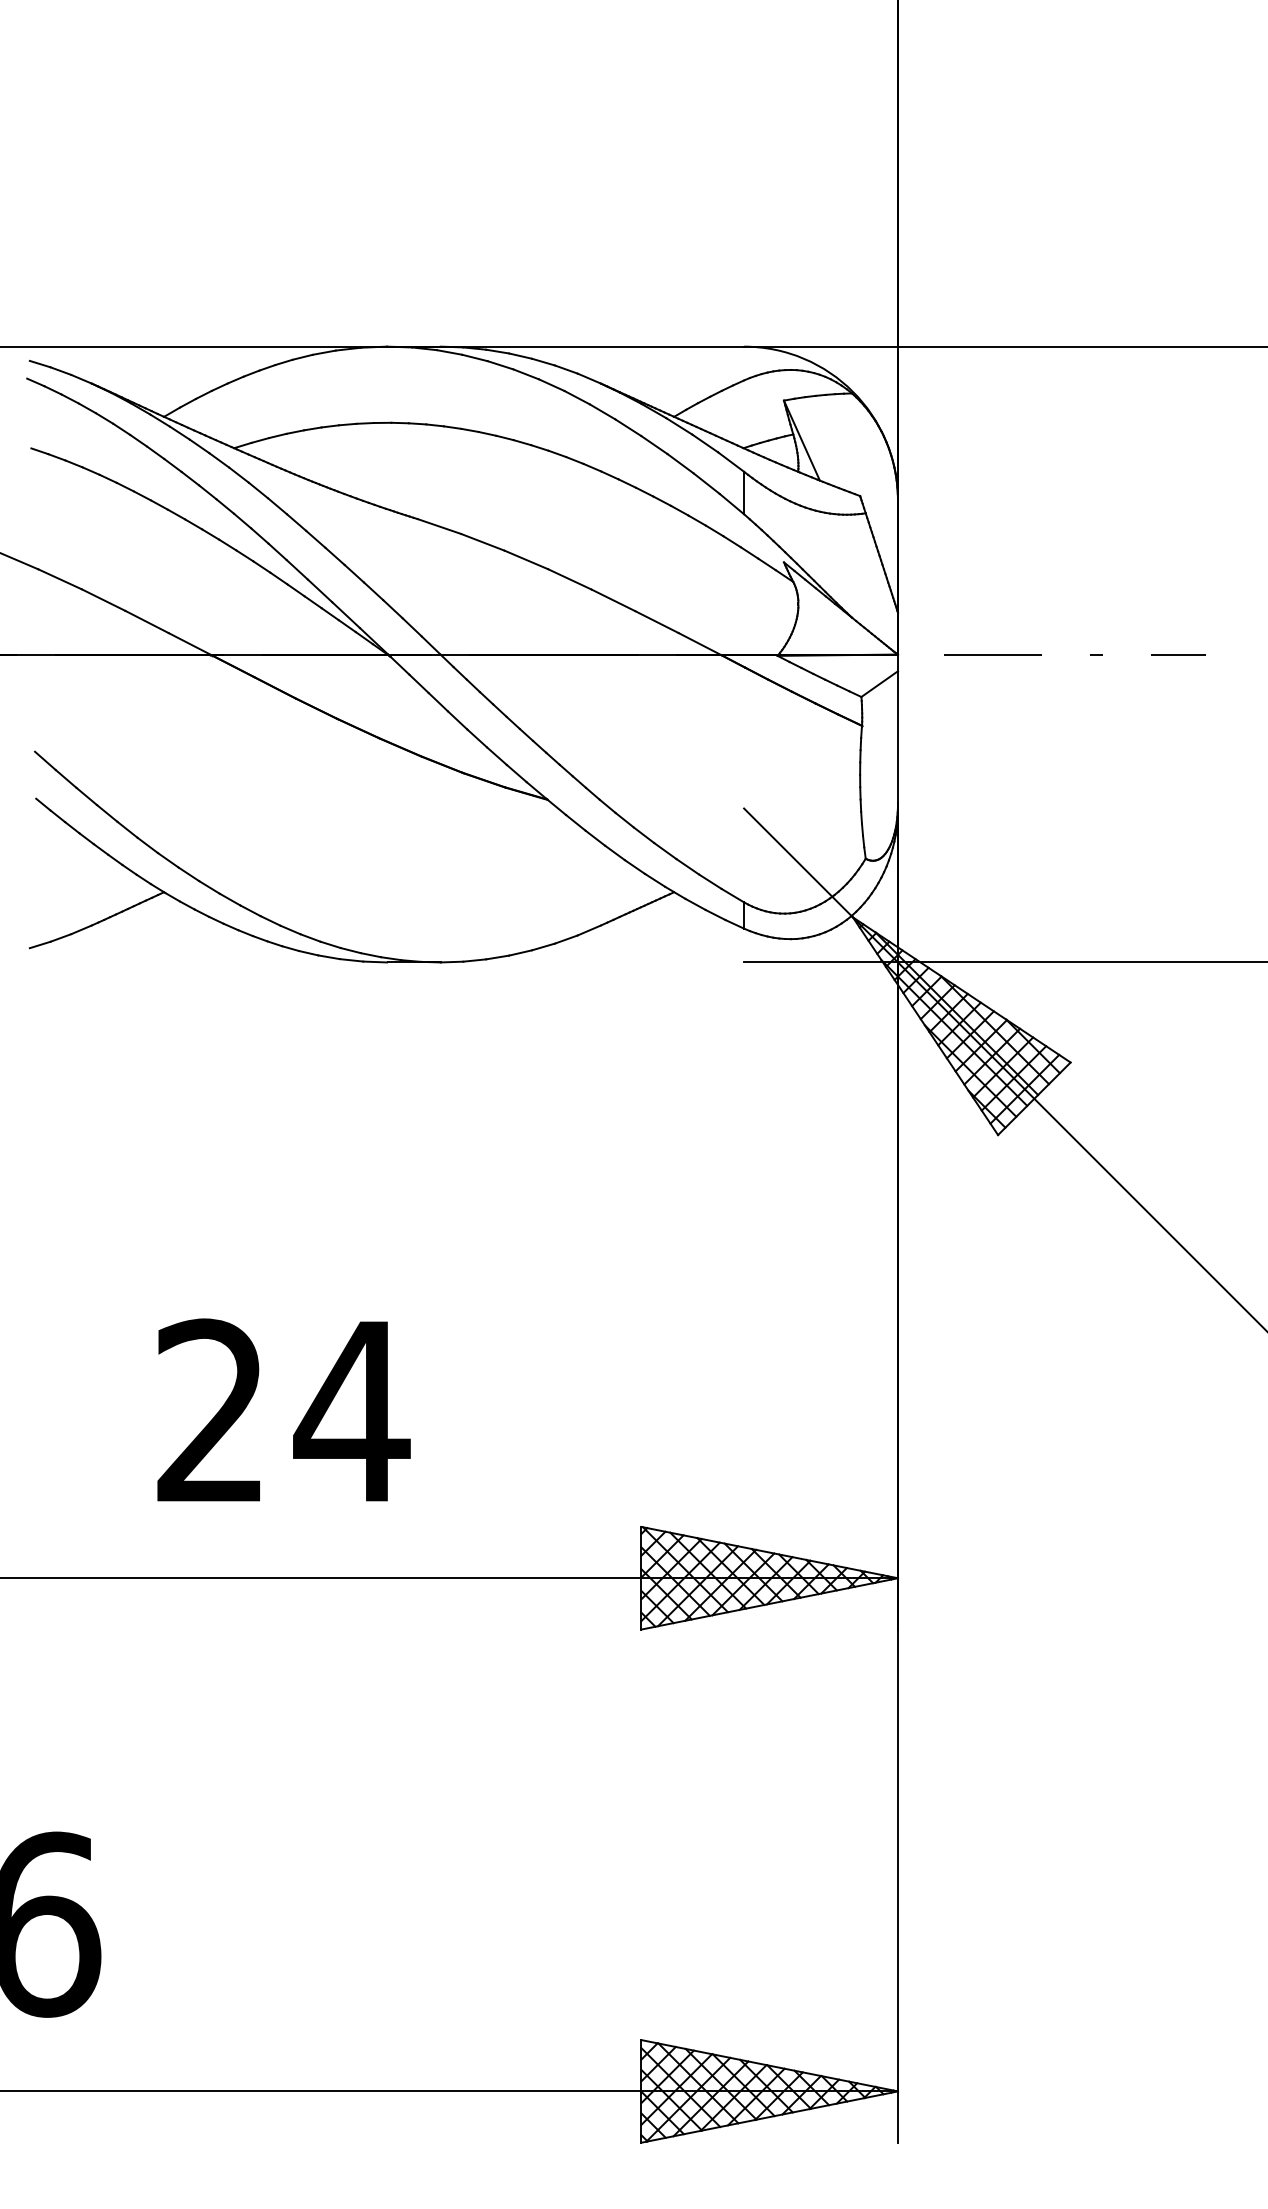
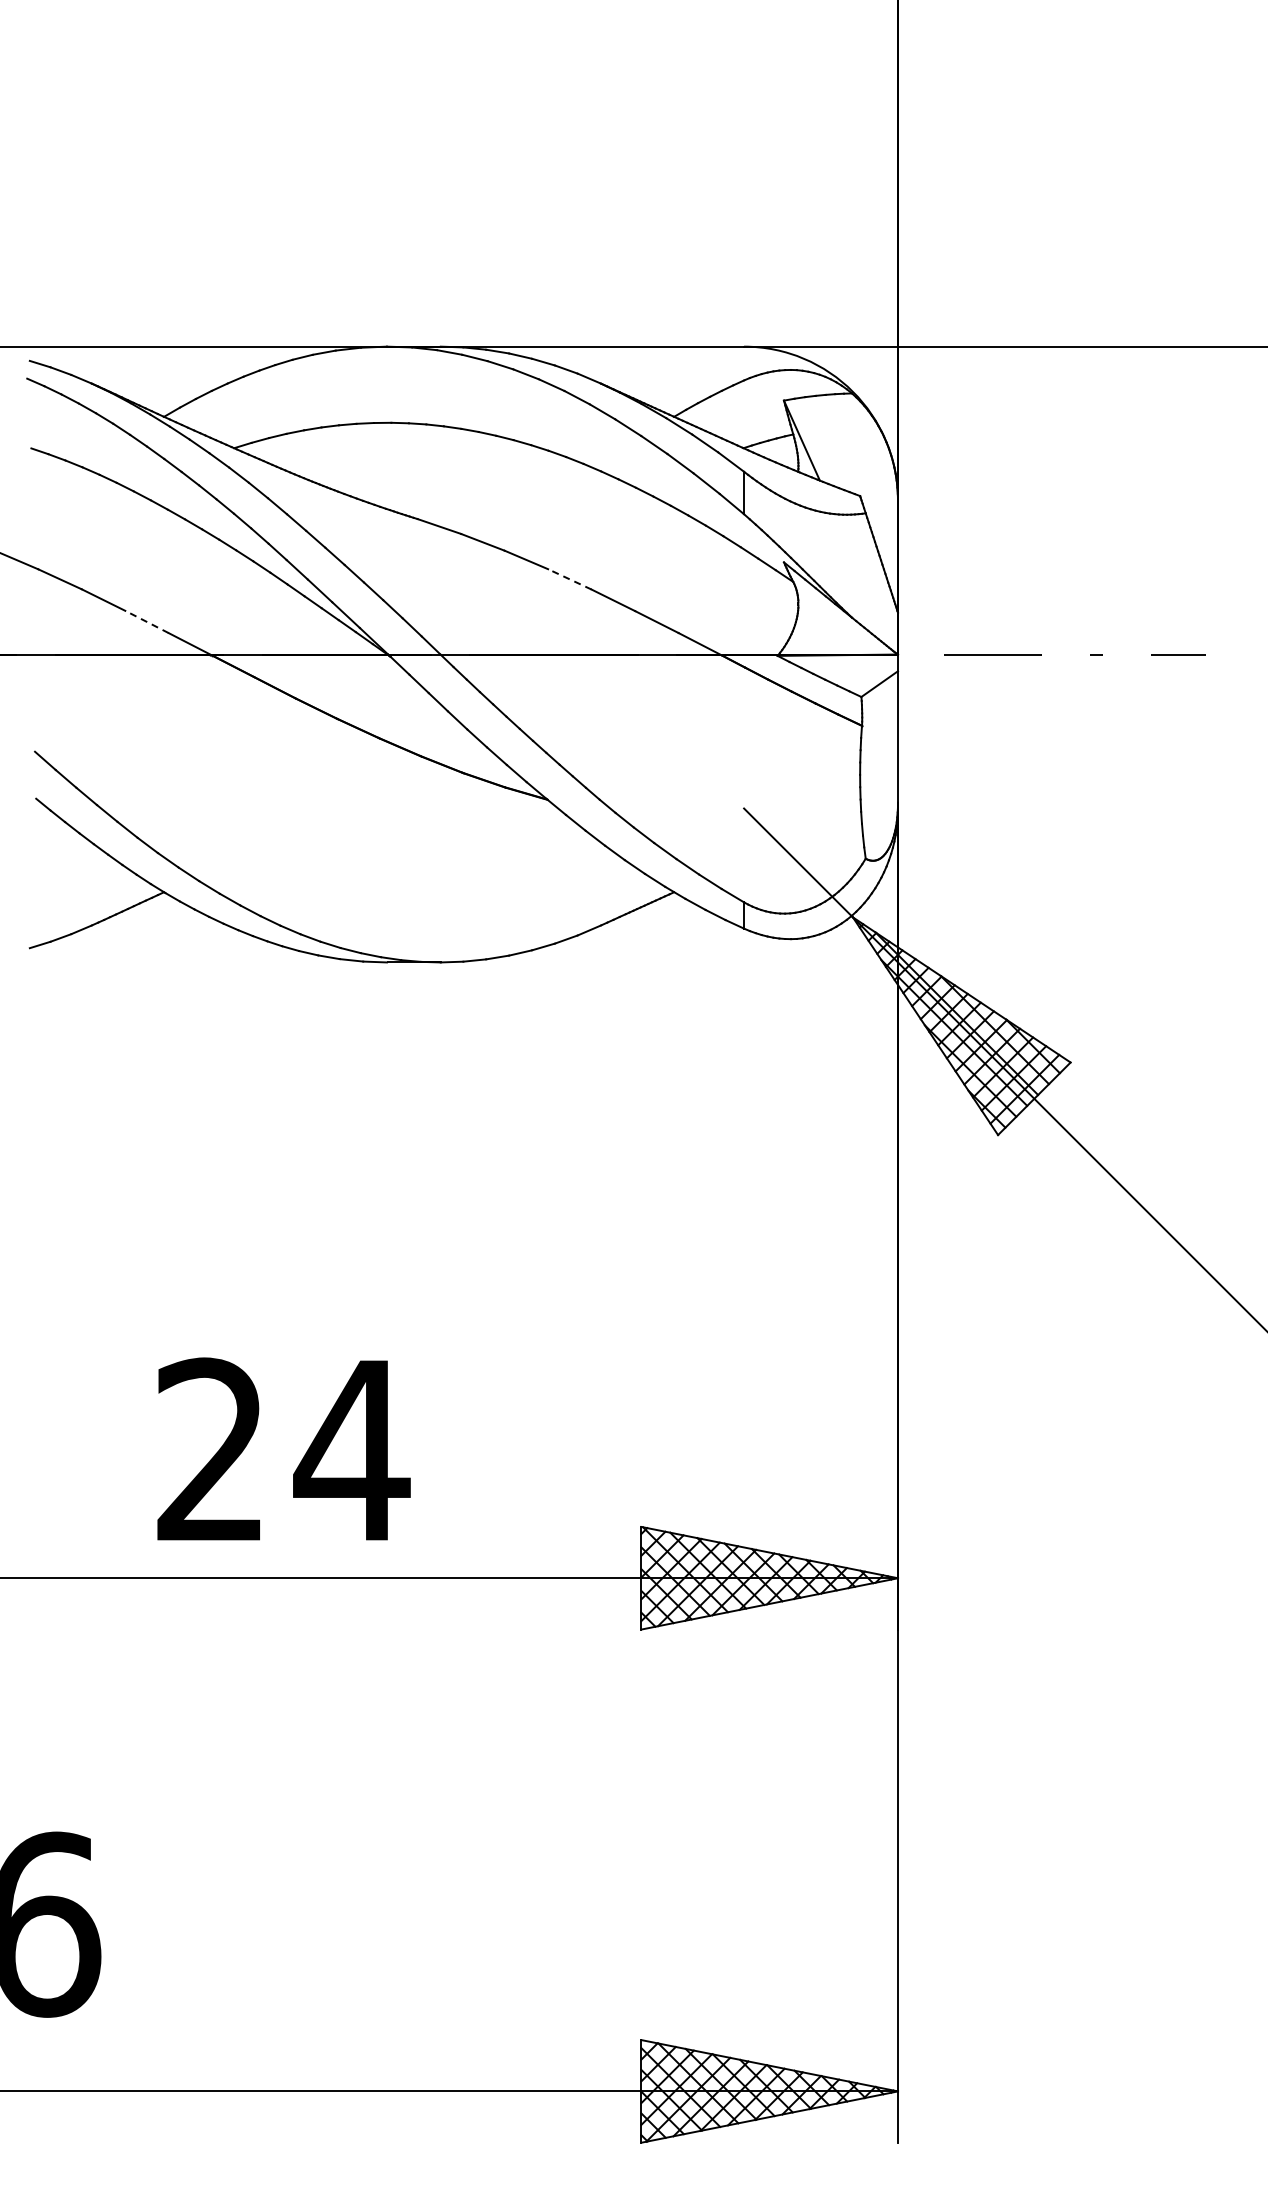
line at (569, 579): solid -> dashed
line at (146, 621): solid -> dashed
line at (1004, 962): present -> none
text at (283, 1409) position: (283, 1409) -> (283, 1448)
